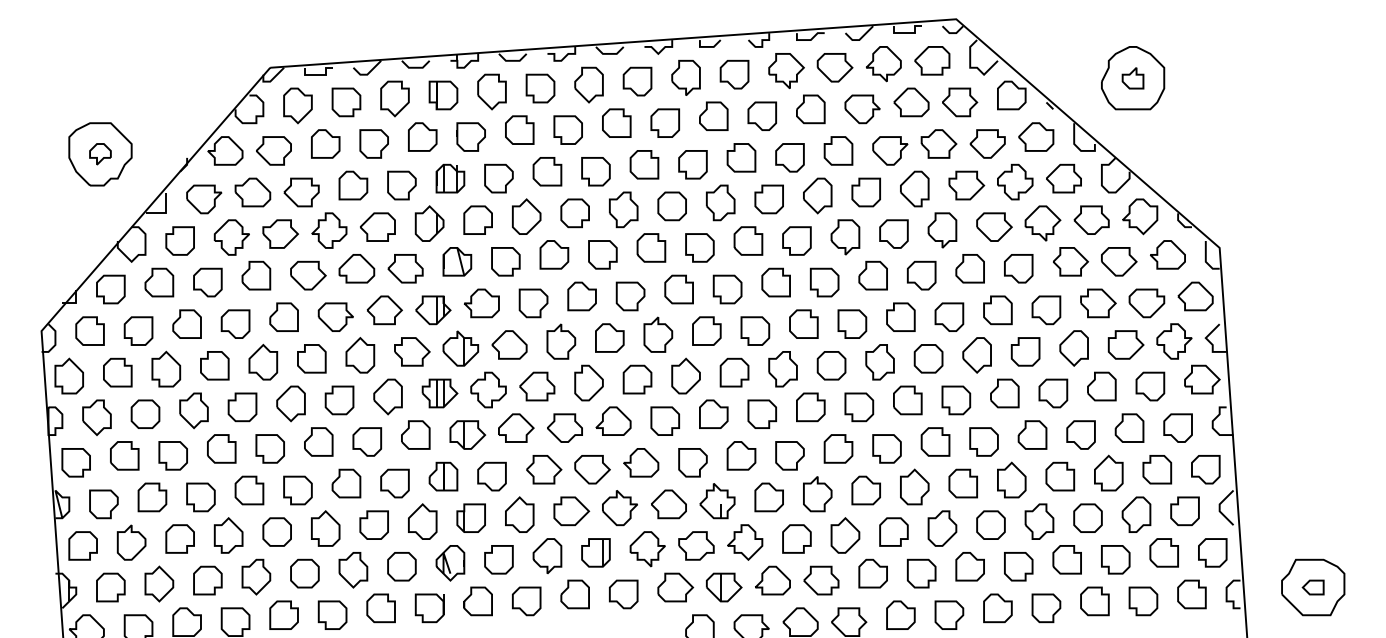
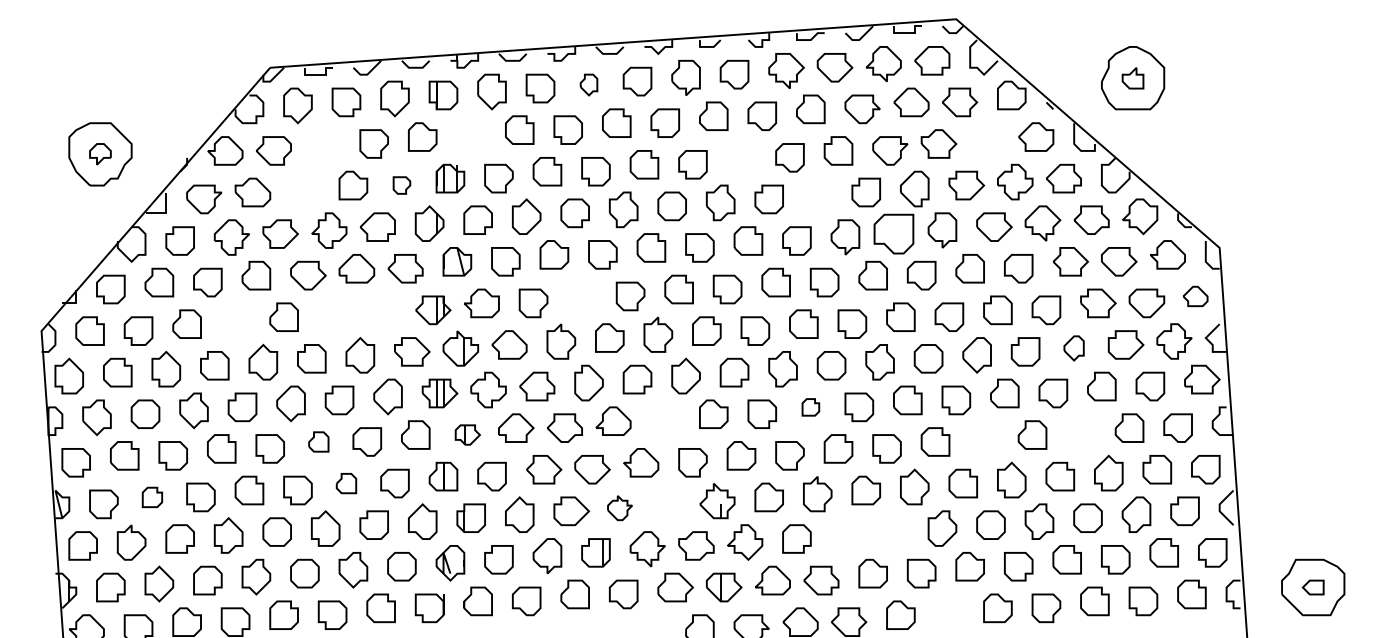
part at (588, 84) size: 30x38 px -> 20x24 px
part at (470, 136): present -> none
part at (325, 143): present -> none
part at (987, 143): present -> none
part at (741, 157): present -> none
part at (401, 185) size: 30x31 px -> 20x19 px
part at (301, 192): present -> none
part at (817, 195): present -> none
part at (893, 233) size: 30x30 px -> 42x42 px
part at (581, 296): present -> none
part at (1195, 296) size: 37x31 px -> 26x23 px
part at (384, 310): present -> none
part at (335, 316): present -> none
part at (235, 323): present -> none
part at (1073, 348) size: 30x37 px -> 22x27 px
part at (810, 407) size: 30x31 px -> 20x19 px
part at (664, 420): present -> none
part at (467, 434) size: 38x30 px -> 27x22 px
part at (1080, 434): present -> none
part at (318, 441) size: 30x30 px -> 22x22 px
part at (983, 441): present -> none
part at (346, 483) size: 31x31 px -> 23x22 px
part at (152, 497) size: 31x31 px -> 23x23 px
part at (668, 504): present -> none
part at (619, 508) size: 36x37 px -> 26x27 px
part at (893, 531): present -> none
part at (845, 535): present -> none
part at (949, 614): present -> none
